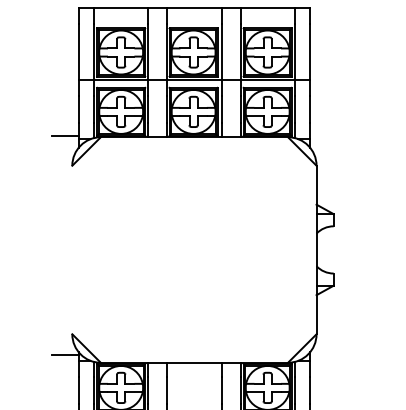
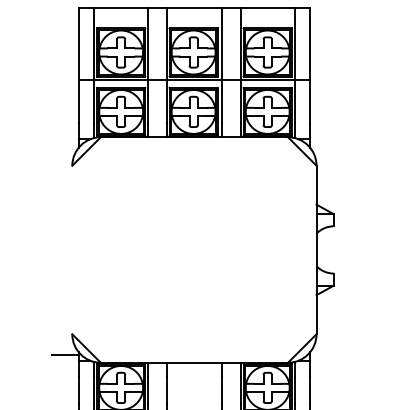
line at (64, 135): present -> none
